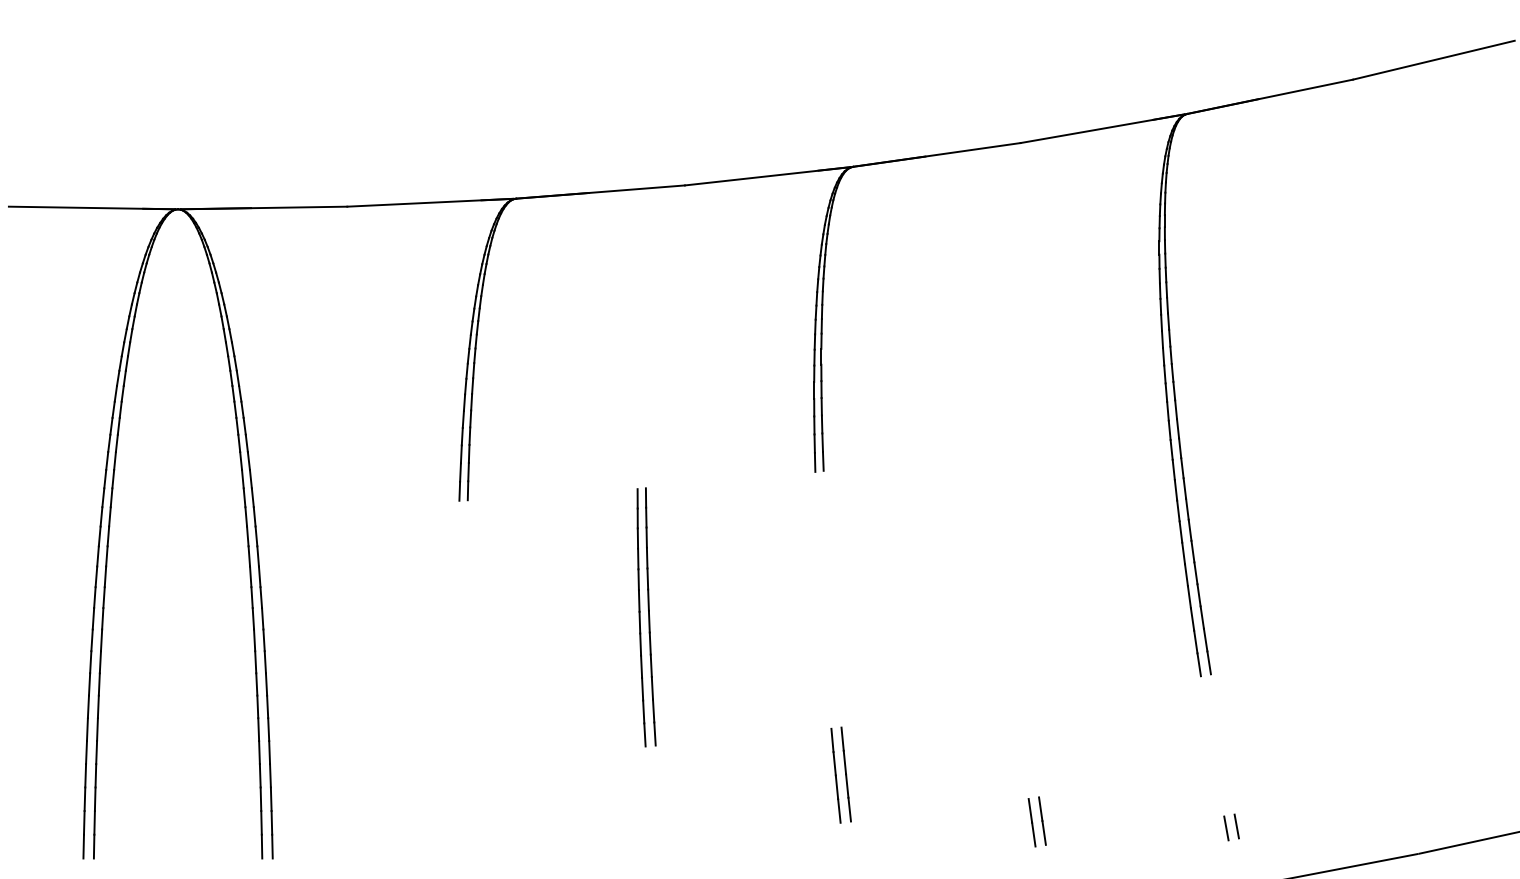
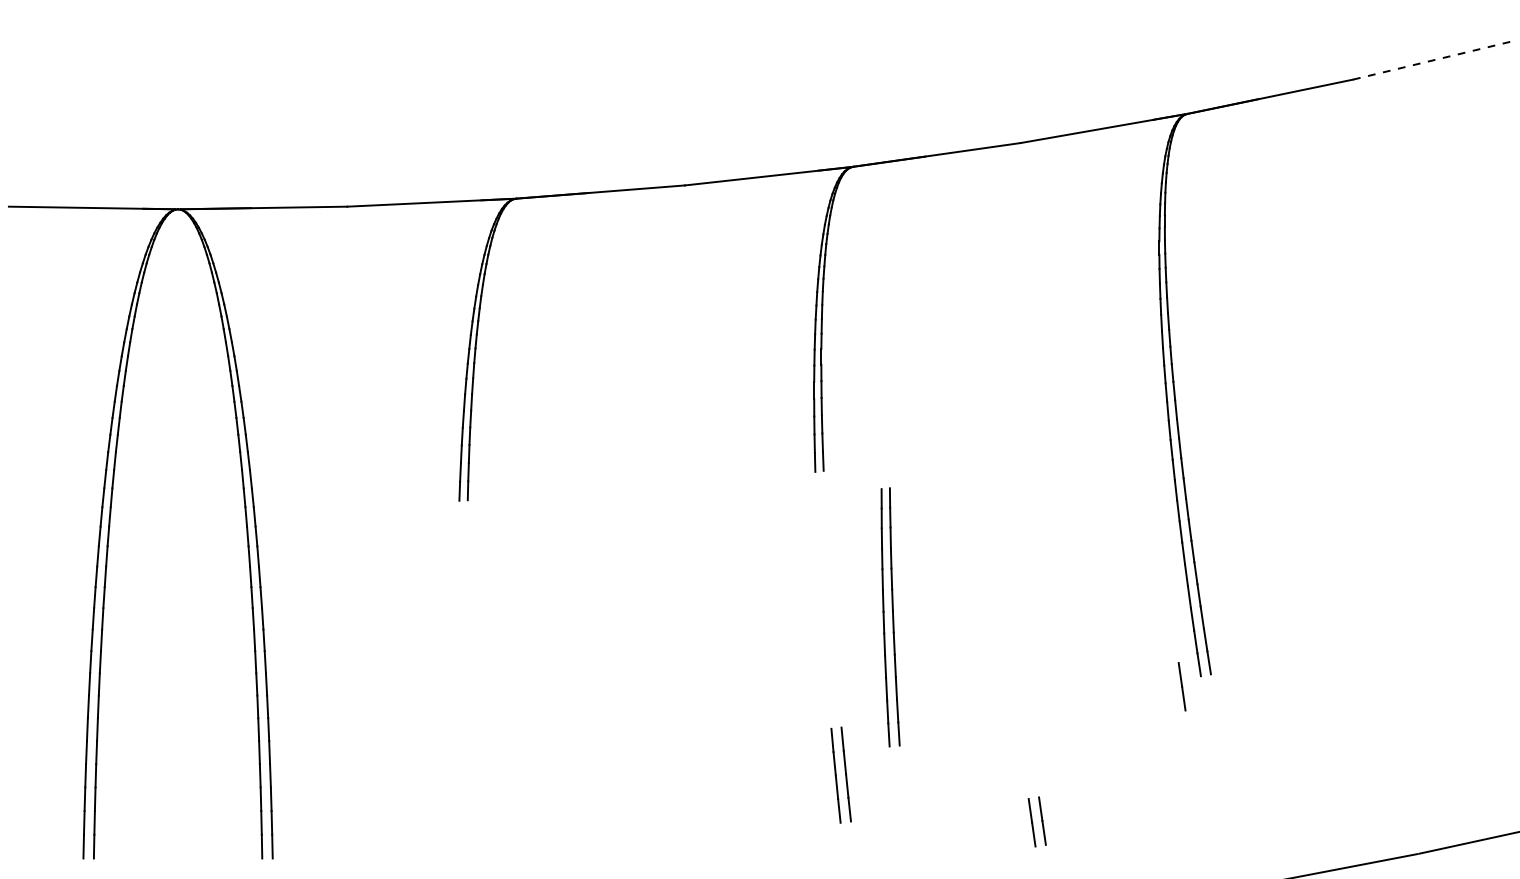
line at (1434, 60): solid -> dashed
part at (646, 617) position: (646, 617) -> (890, 617)
line at (1181, 686): none -> present
line at (1236, 826): present -> none
line at (1226, 828): present -> none
